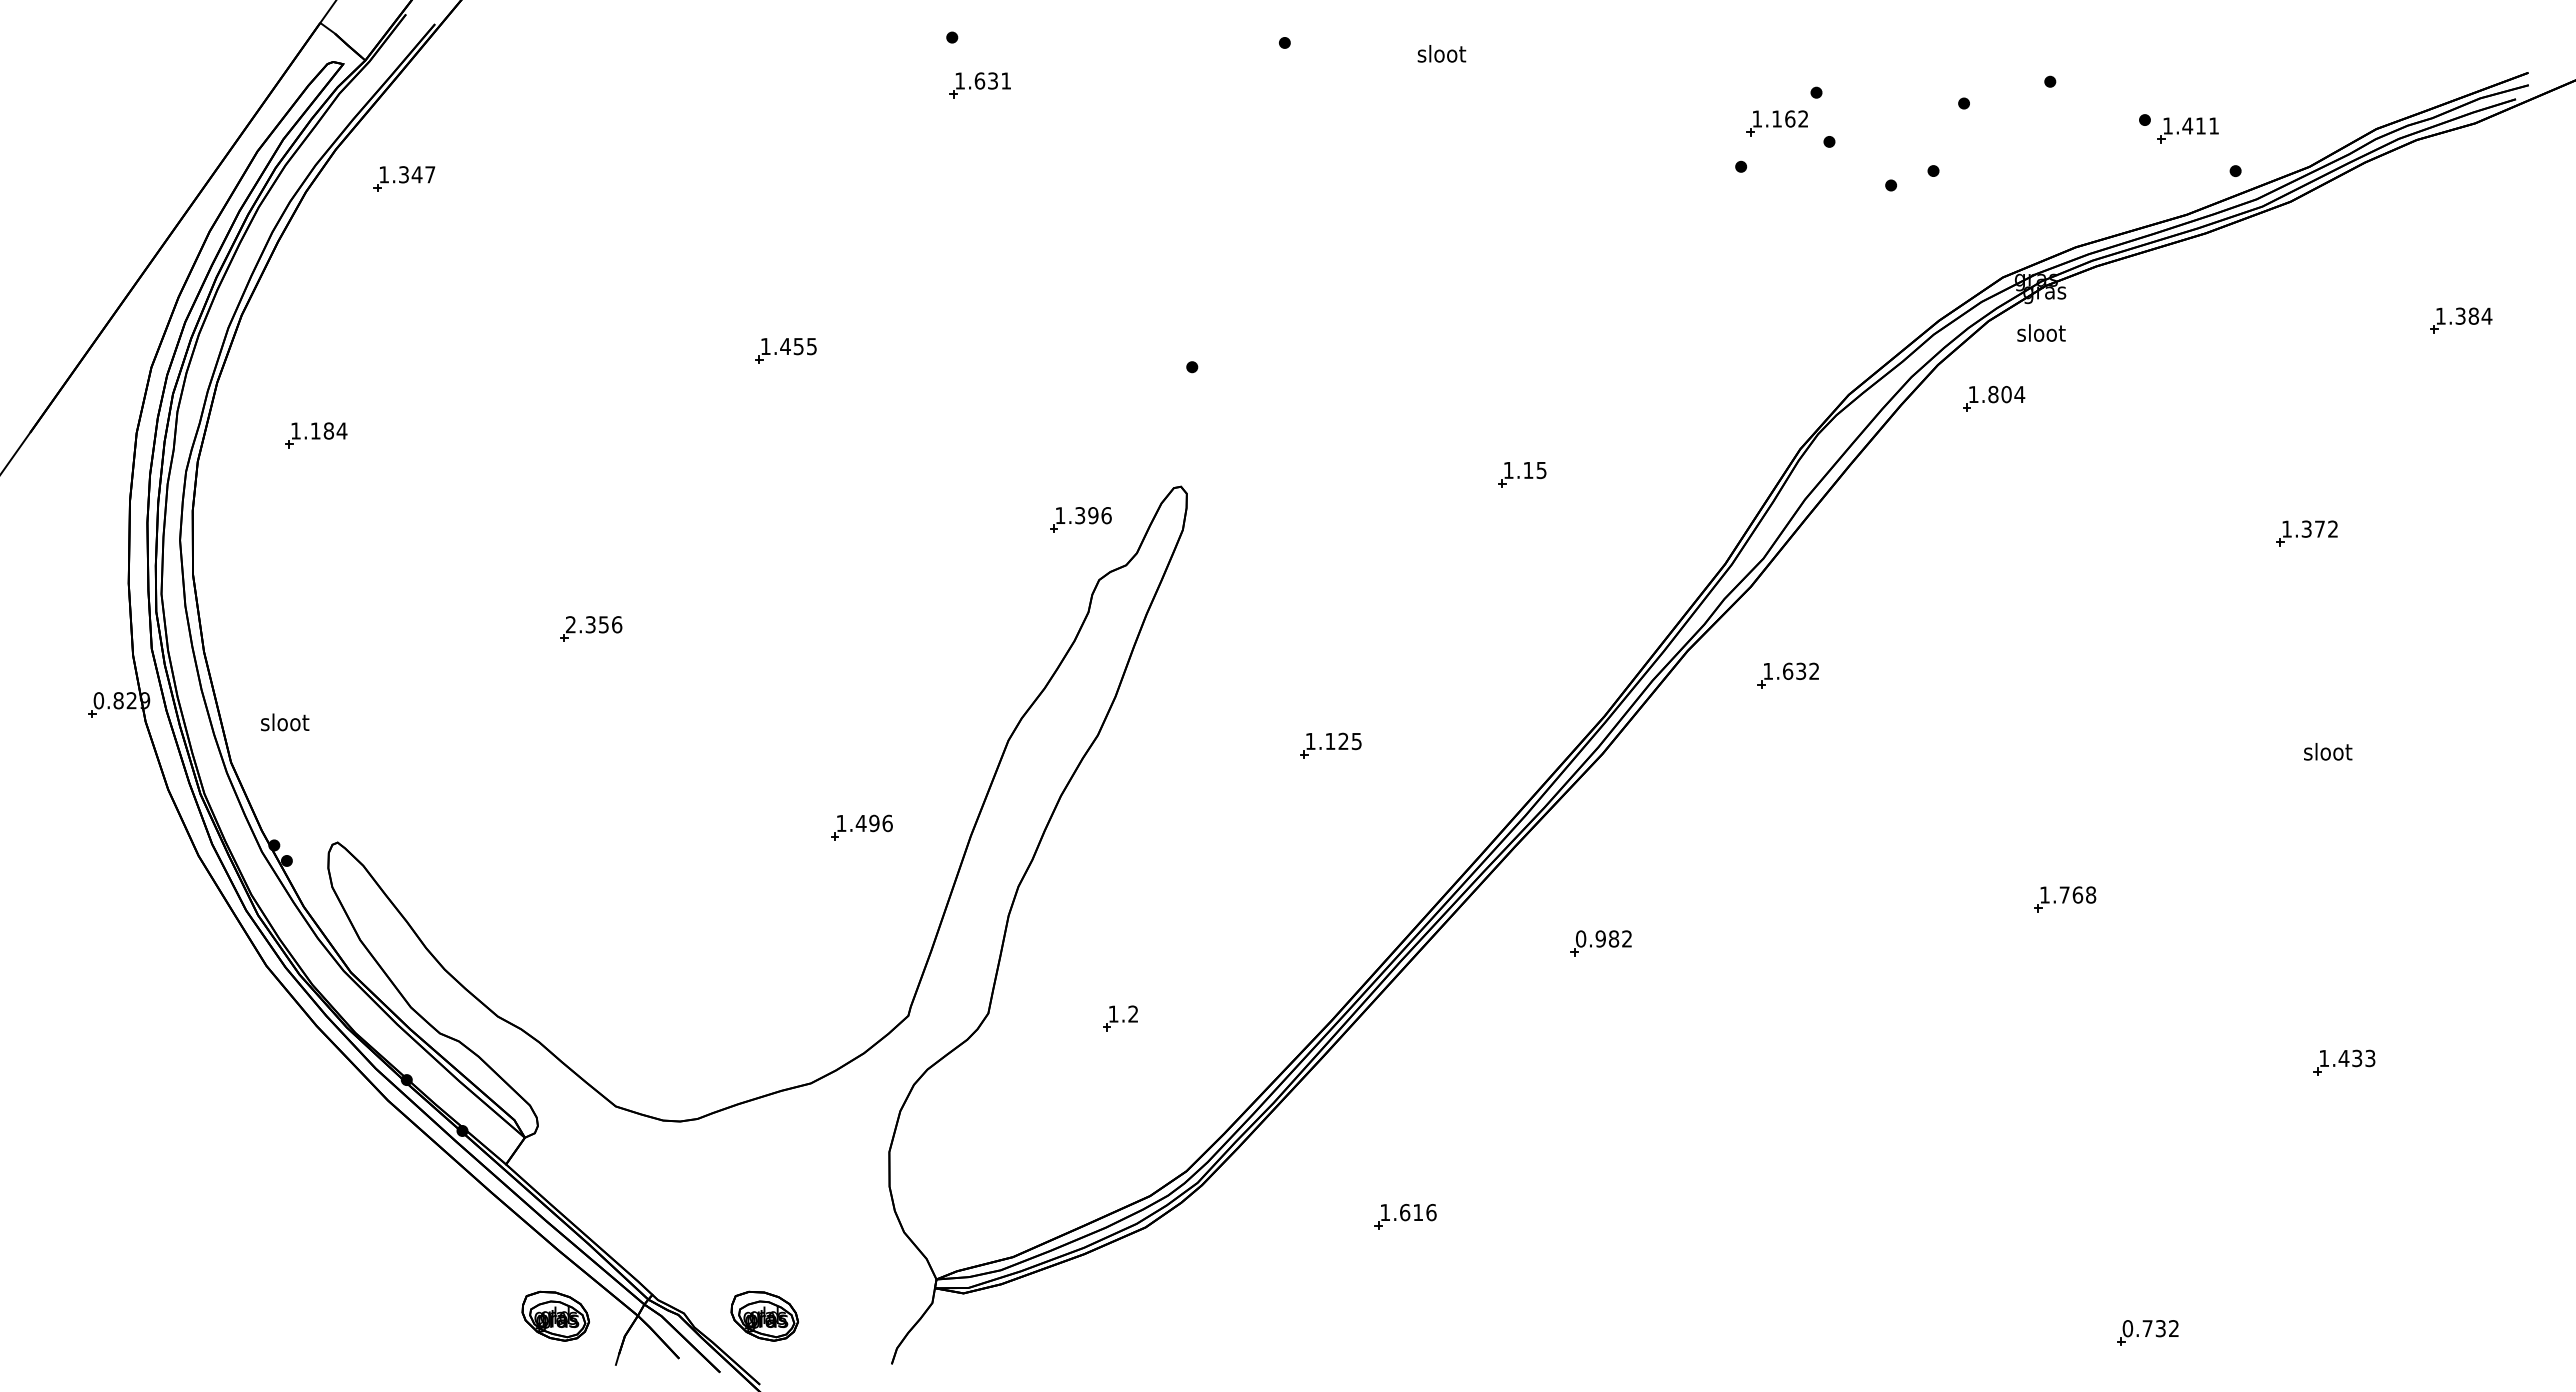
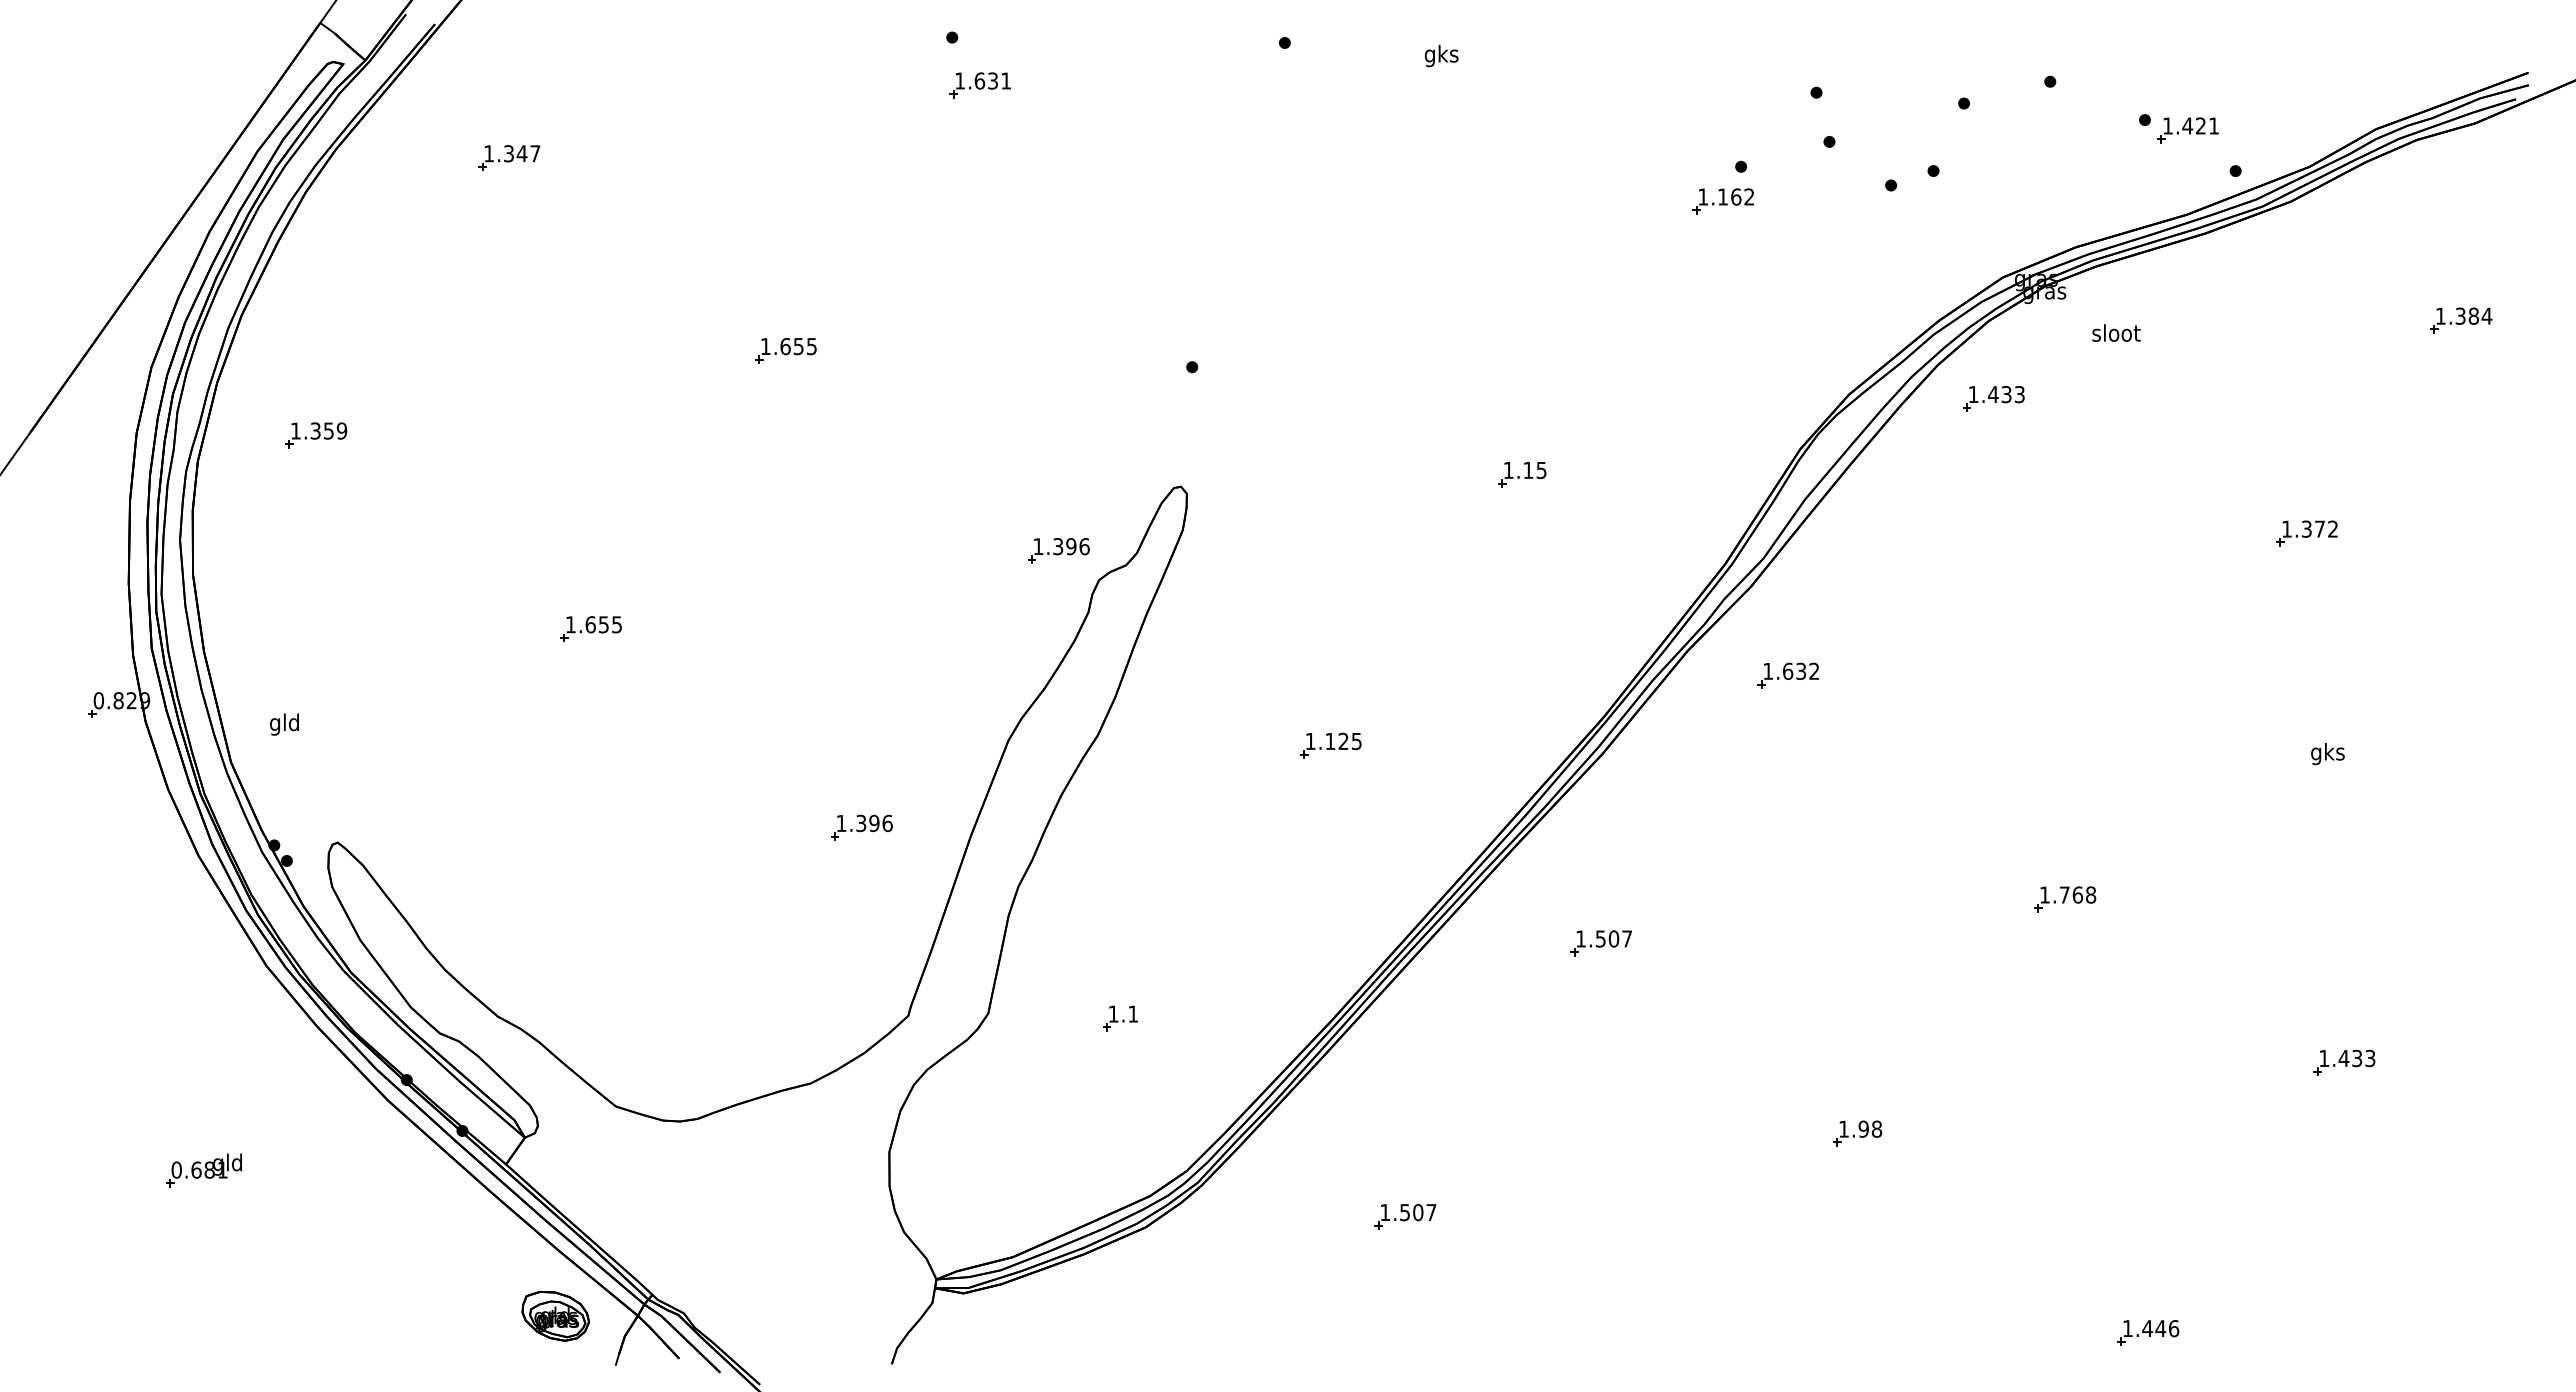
text at (1441, 56): sloot -> gks
part at (1776, 123) position: (1776, 123) -> (1722, 201)
text at (2200, 125): 1.411 -> 1.421
part at (404, 178) position: (404, 178) -> (509, 157)
text at (2041, 332) position: (2041, 332) -> (2116, 332)
text at (785, 346): 1.455 -> 1.655
text at (2006, 394): 1.804 -> 1.433
text at (328, 430): 1.184 -> 1.359
part at (1080, 519) position: (1080, 519) -> (1058, 550)
text at (594, 624): 2.356 -> 1.655
text at (285, 724): sloot -> gld
text at (2328, 754): sloot -> gks
text at (860, 823): 1.496 -> 1.396
text at (1603, 938): 0.982 -> 1.507
text at (1133, 1013): 1.2 -> 1.1
part at (1857, 1133): none -> present
part at (203, 1170): none -> present
text at (1418, 1212): 1.616 -> 1.507
part at (764, 1315): present -> none
text at (2150, 1328): 0.732 -> 1.446
